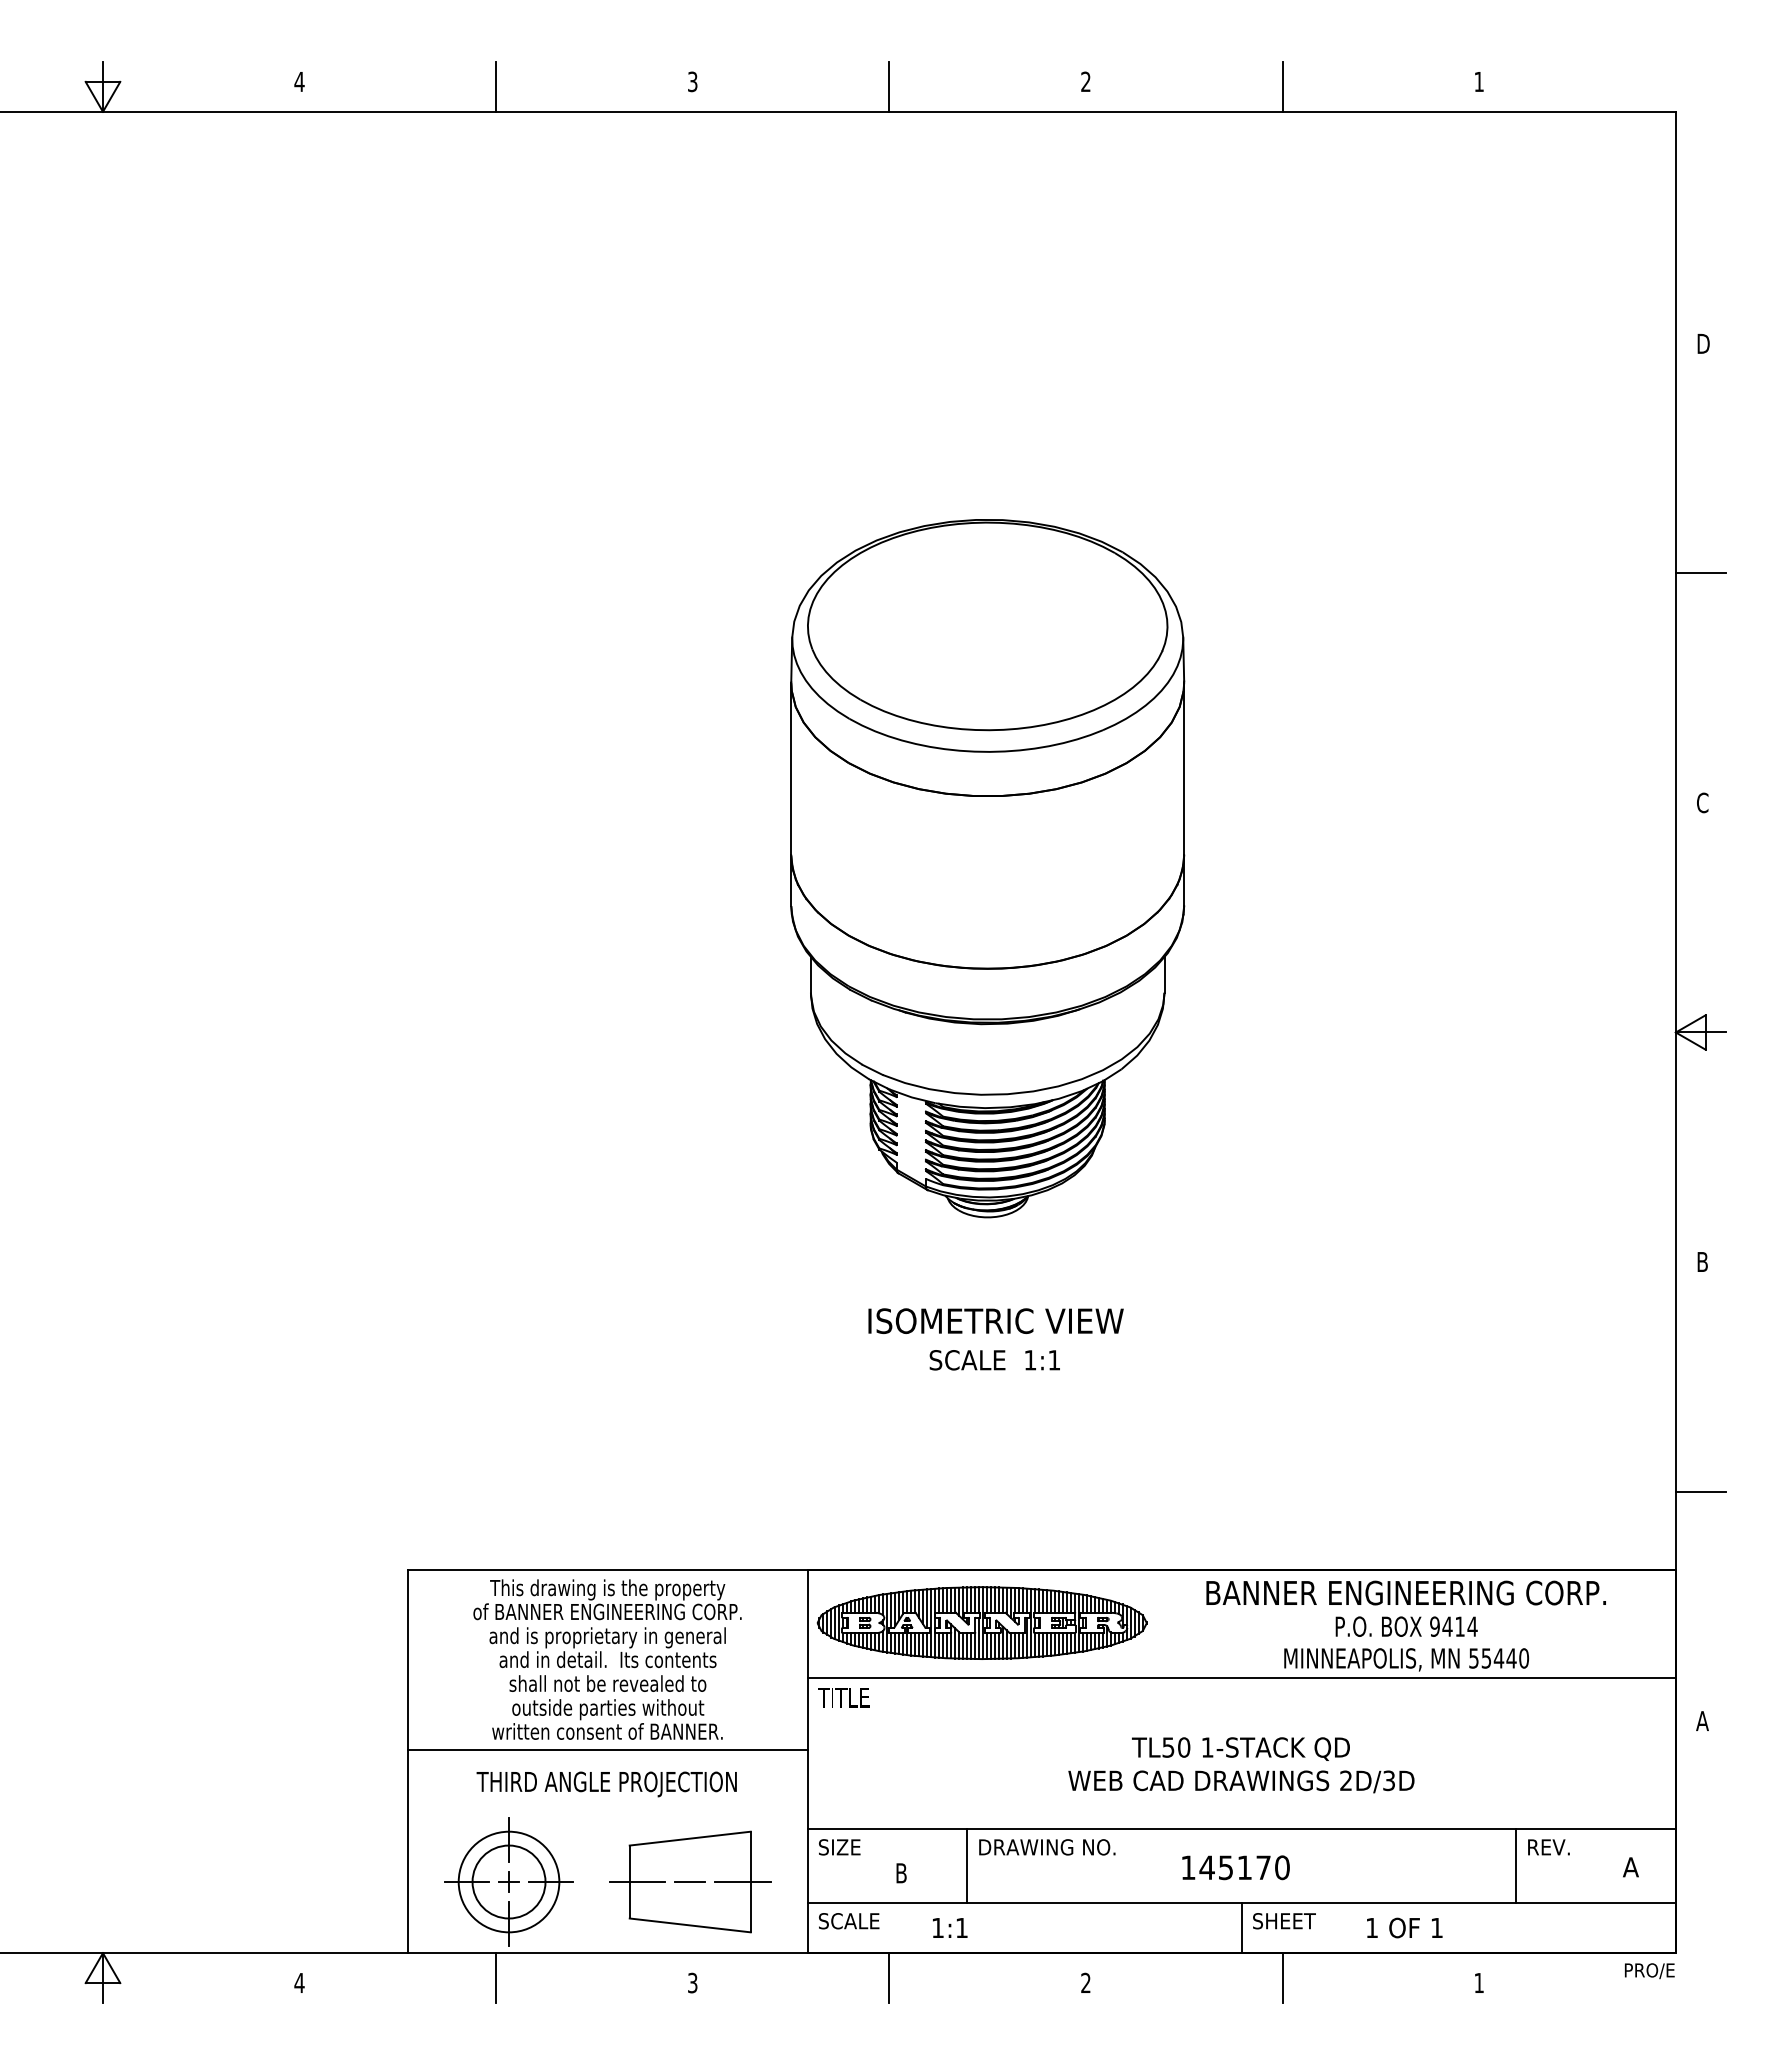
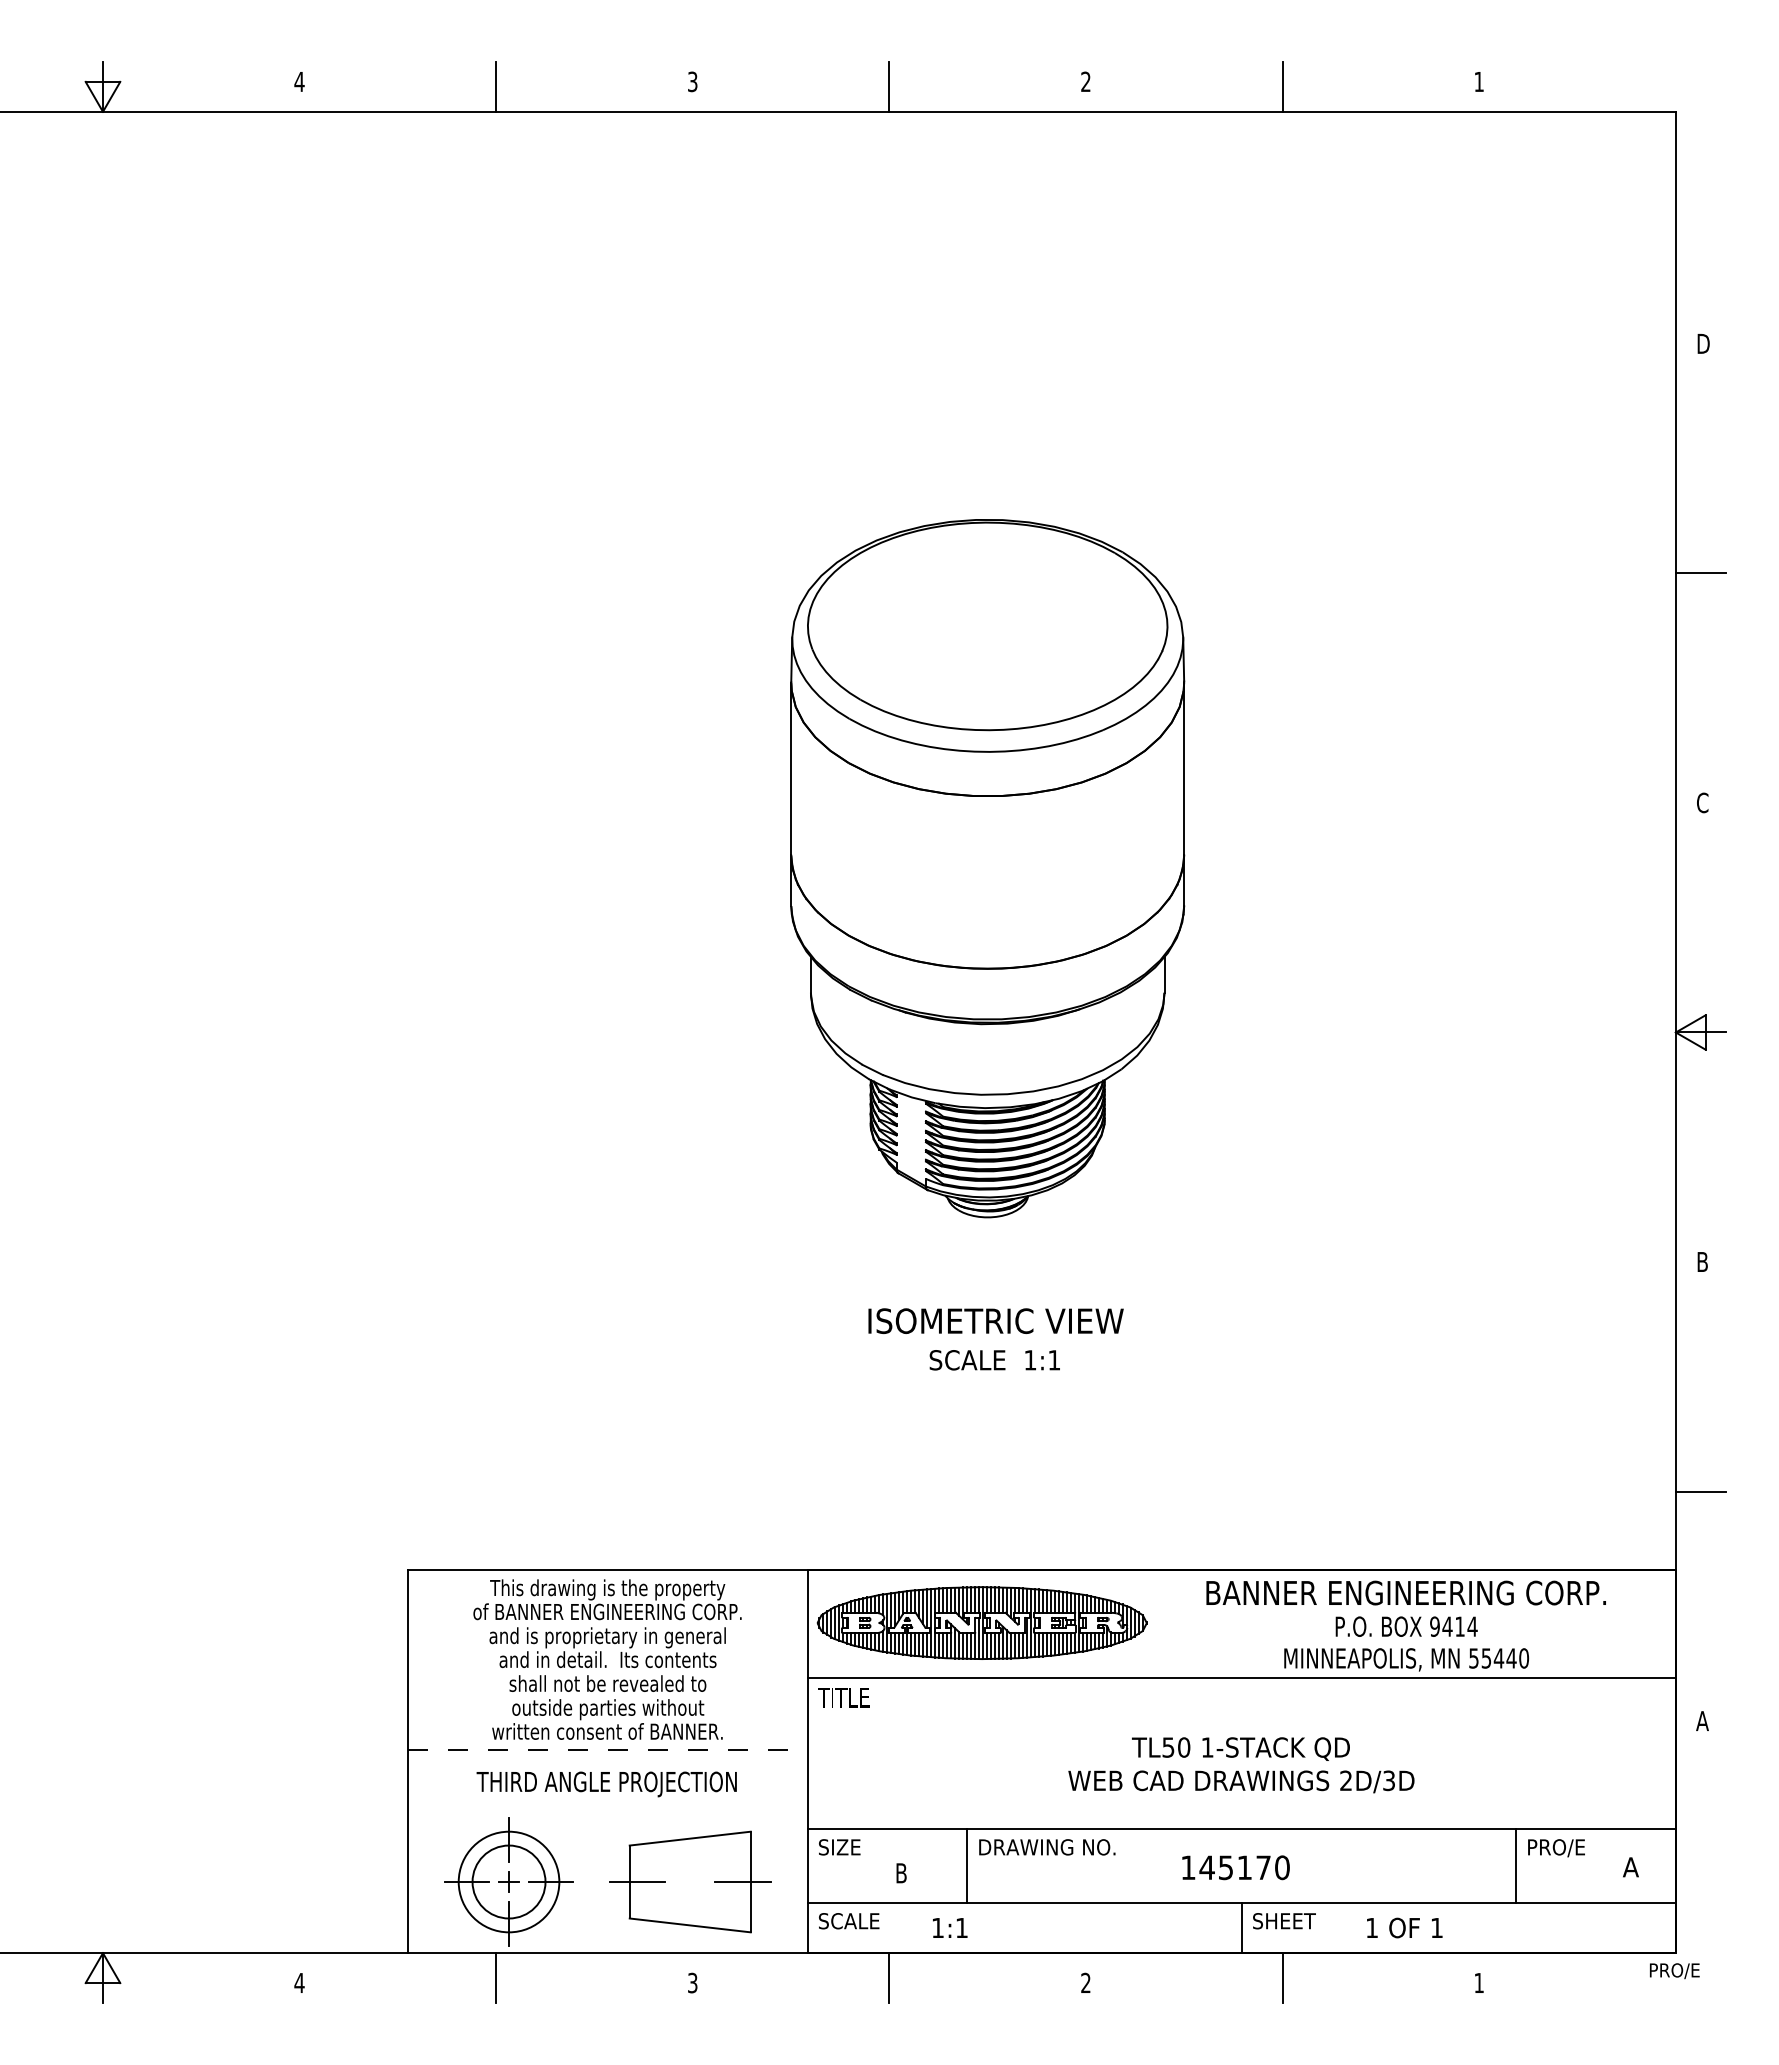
line at (607, 1749): solid -> dashed
text at (1557, 1848): REV. -> PRO/E
line at (690, 1882): present -> none
text at (1649, 1971) position: (1649, 1971) -> (1674, 1971)
